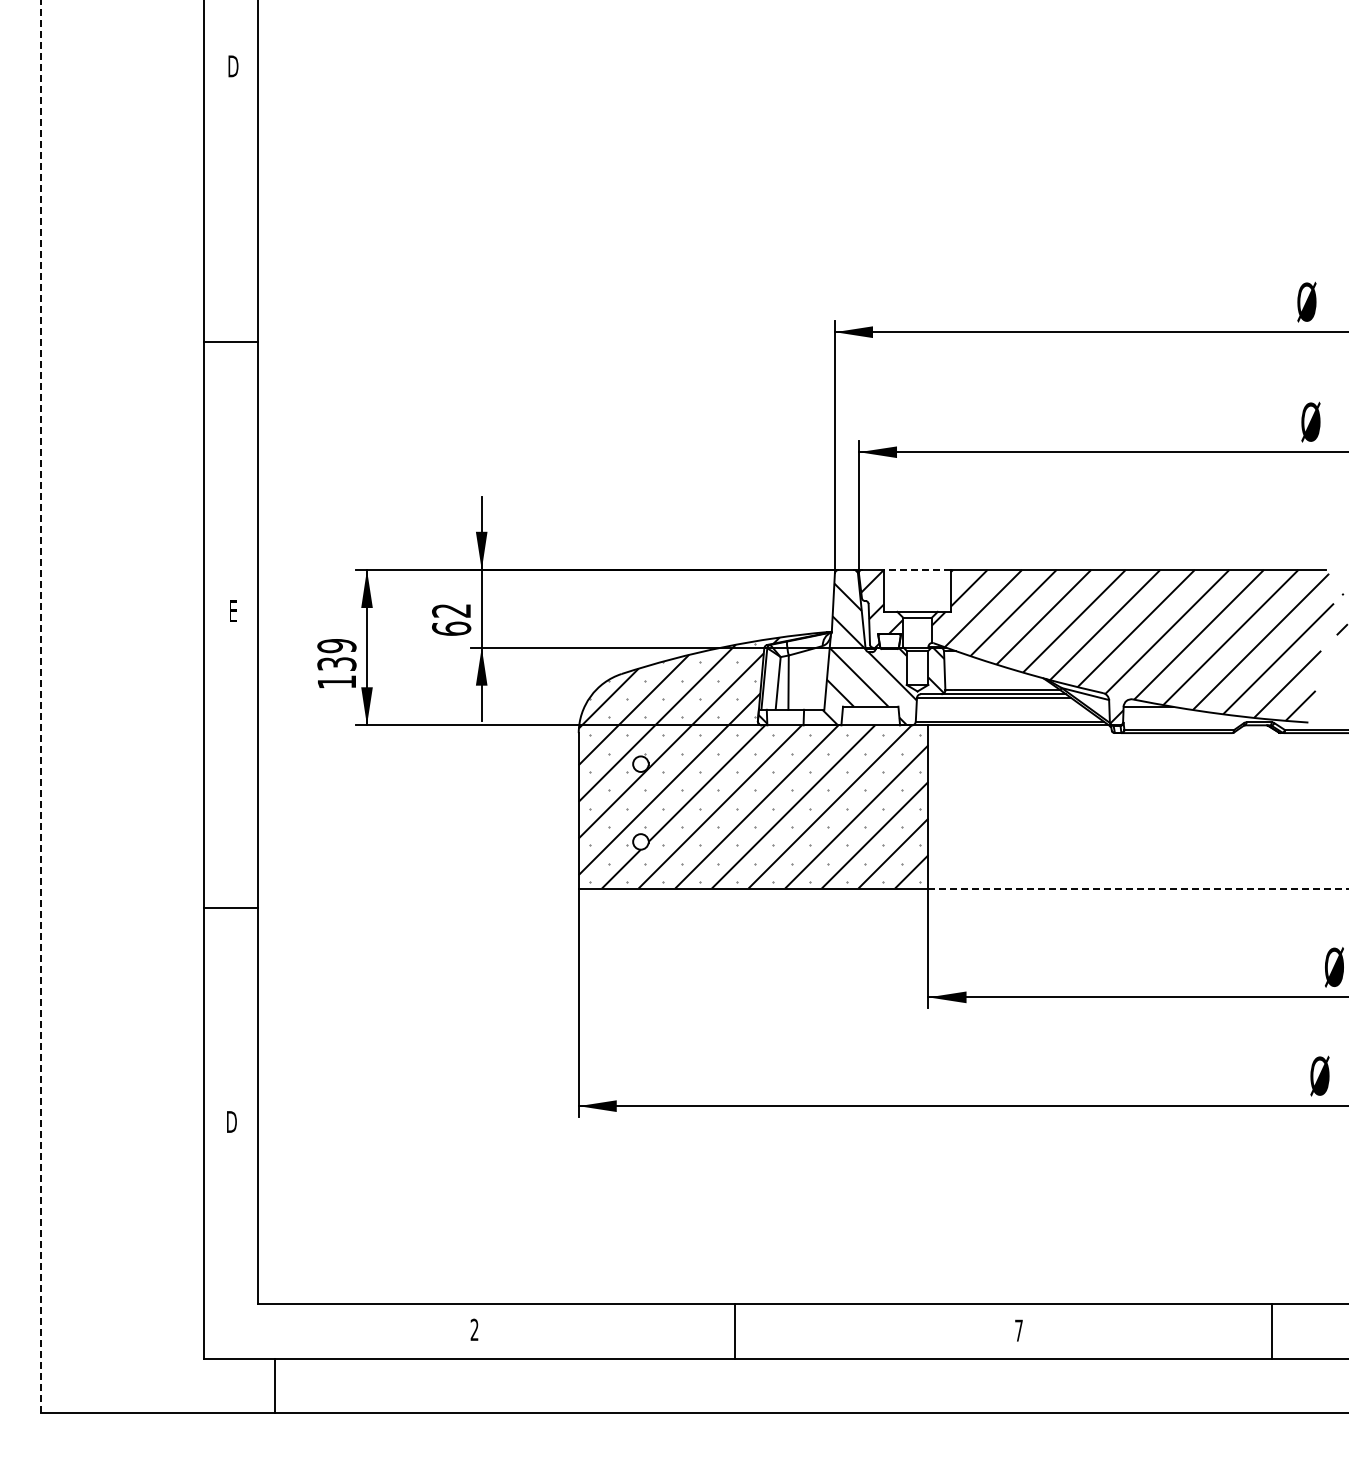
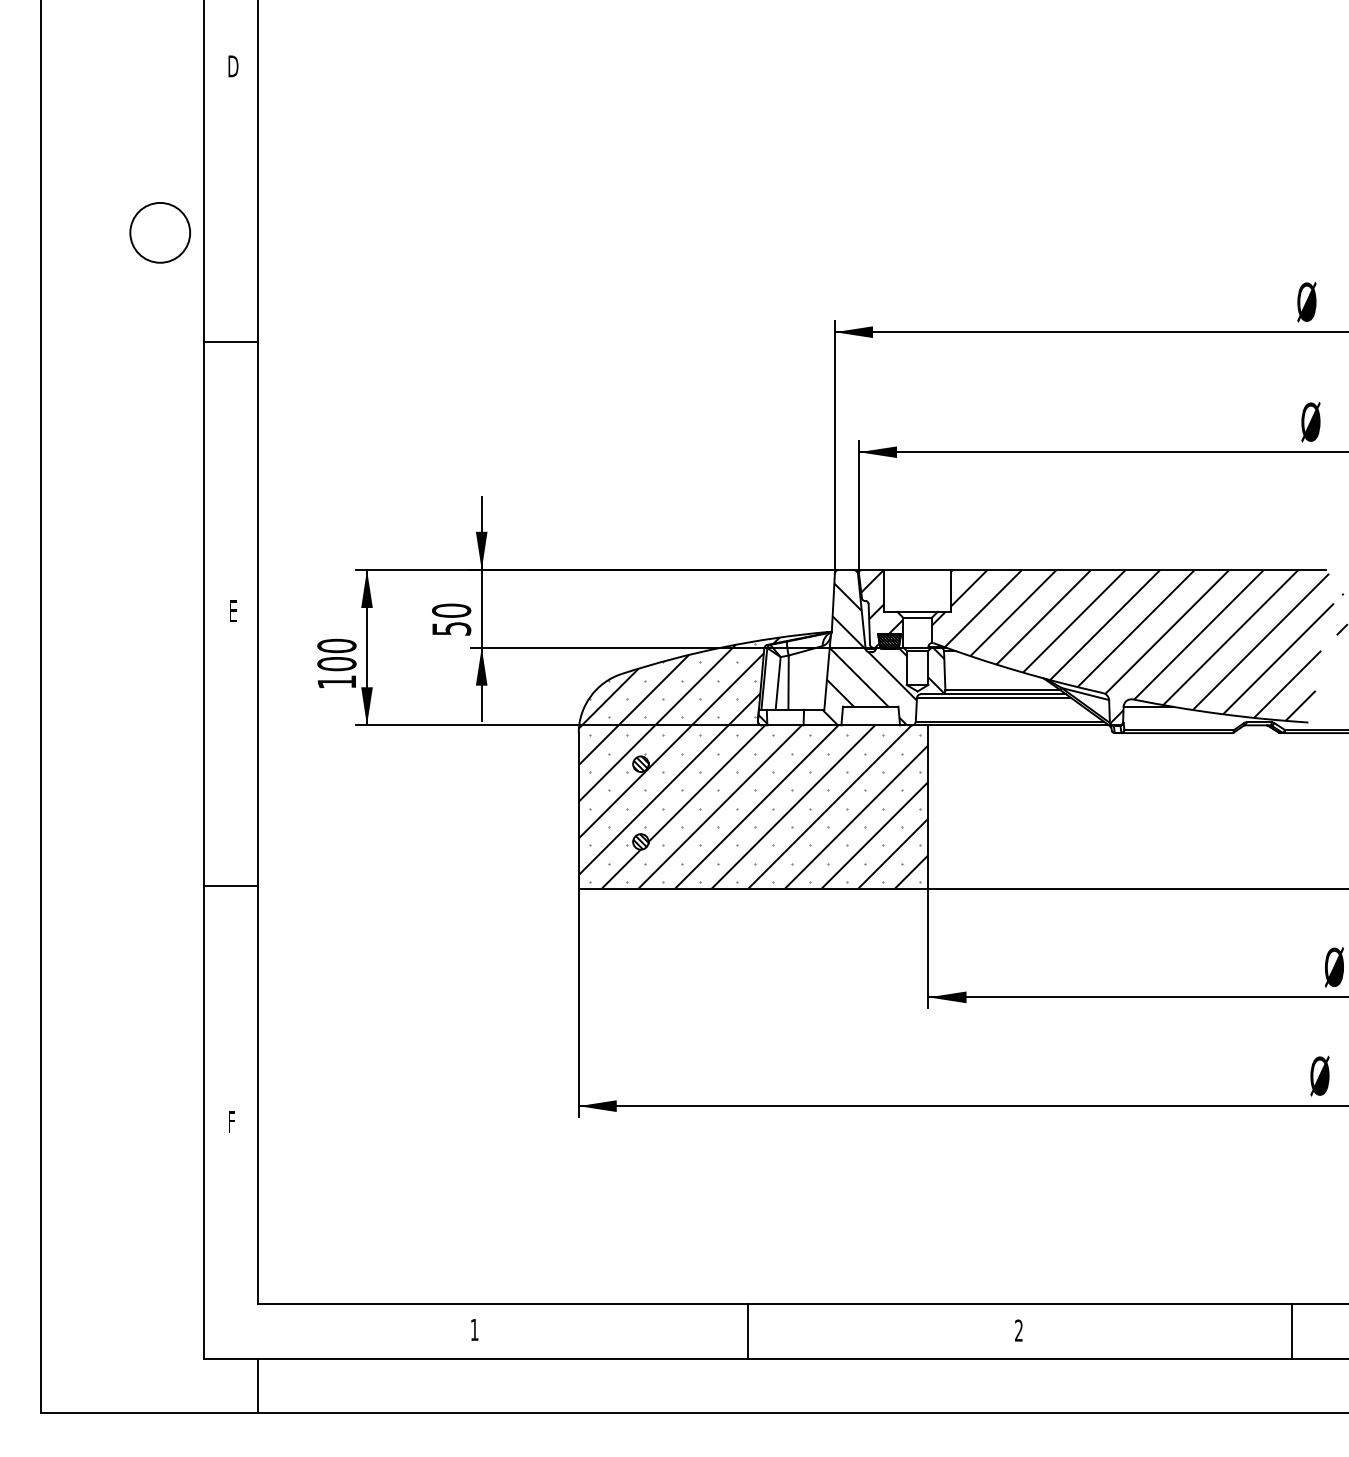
circle at (160, 232): none -> present
line at (917, 569): dashed -> solid
text at (451, 619): 62 -> 50
hatch at (889, 641): none -> present
text at (336, 654): 139 -> 100
line at (40, 706): dashed -> solid
hatch at (640, 763): none -> present
hatch at (640, 841): none -> present
line at (1138, 888): dashed -> solid
line at (230, 907) position: (230, 907) -> (230, 885)
text at (231, 1121): D -> F
text at (474, 1329): 2 -> 1
text at (1018, 1330): 7 -> 2
line at (734, 1331) position: (734, 1331) -> (747, 1331)
line at (1271, 1331) position: (1271, 1331) -> (1291, 1331)
line at (275, 1385) position: (275, 1385) -> (258, 1385)
